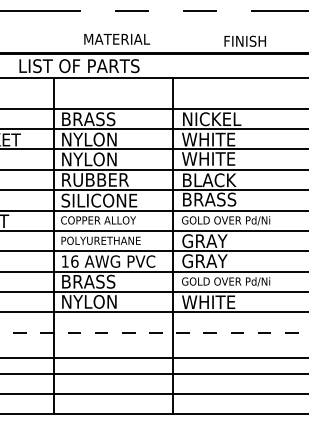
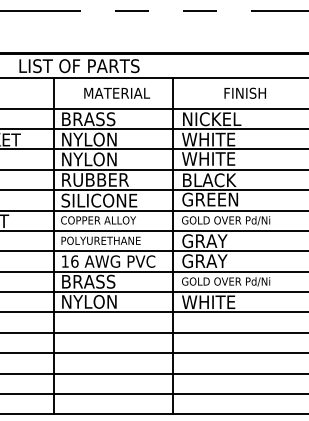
text at (117, 39) position: (117, 39) -> (117, 93)
text at (244, 40) position: (244, 40) -> (244, 92)
text at (210, 199): BRASS -> GREEN
line at (154, 332): dashed -> solid
line at (153, 358) position: (153, 358) -> (153, 353)
